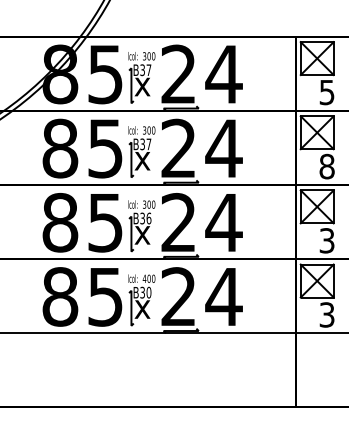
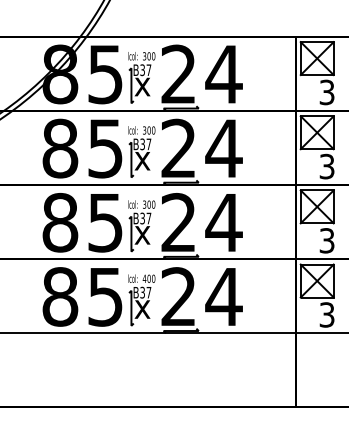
text at (327, 91): 5 -> 3
text at (326, 166): 8 -> 3
text at (148, 218): B36 -> B37
text at (148, 292): B30 -> B37
